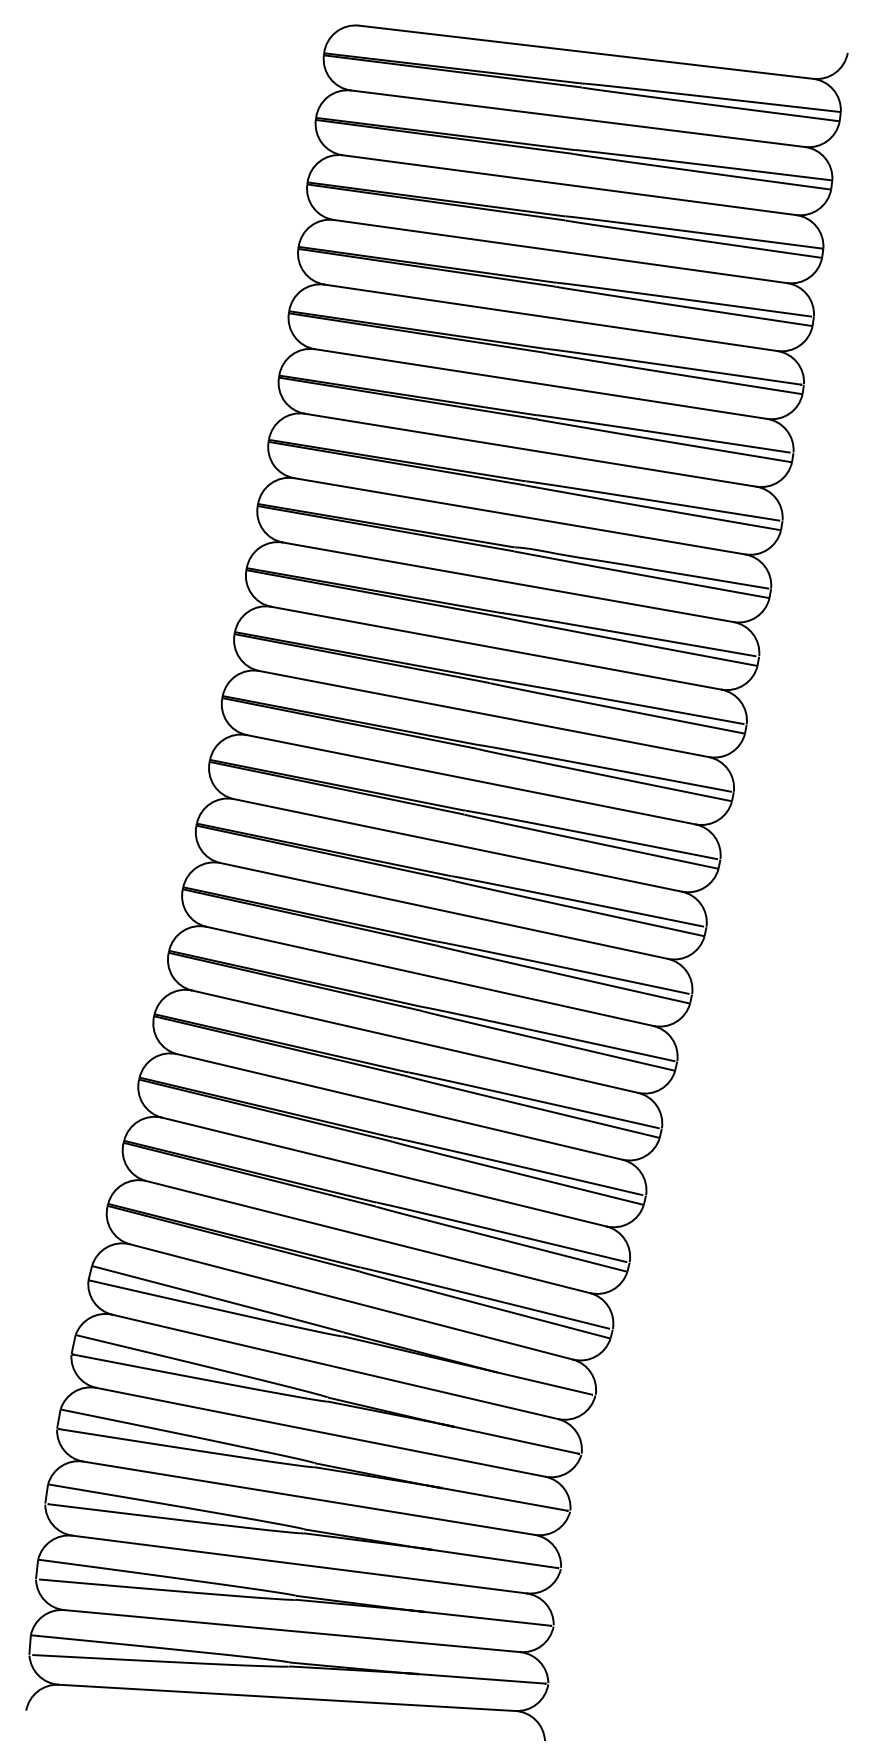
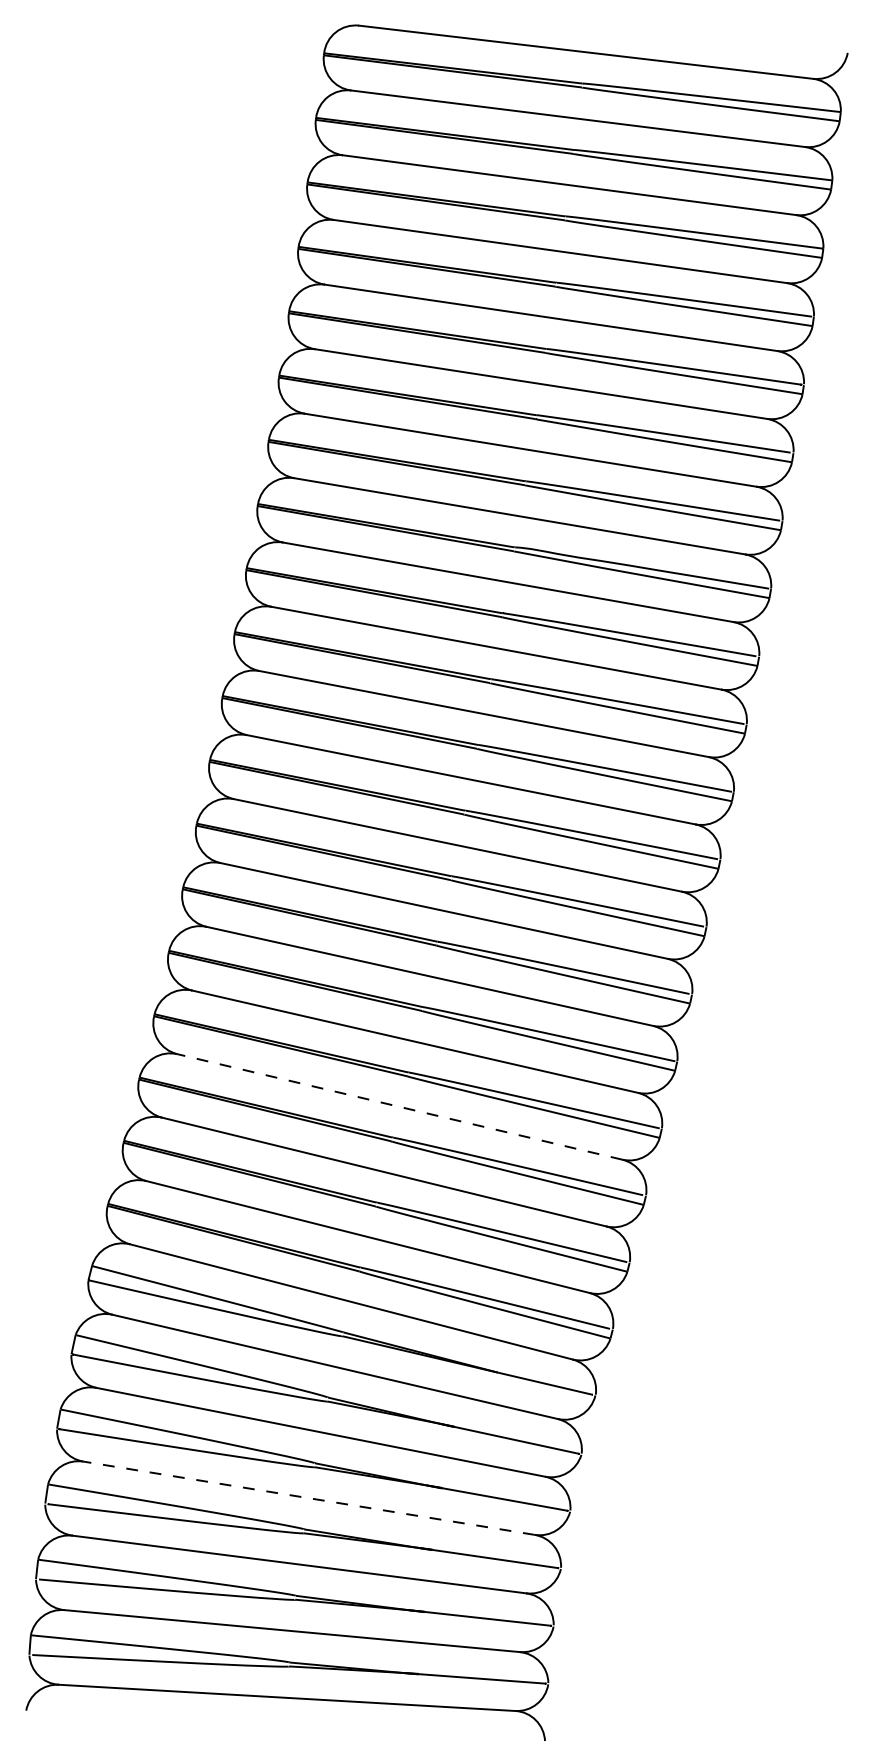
line at (399, 1106): solid -> dashed
line at (309, 1498): solid -> dashed
